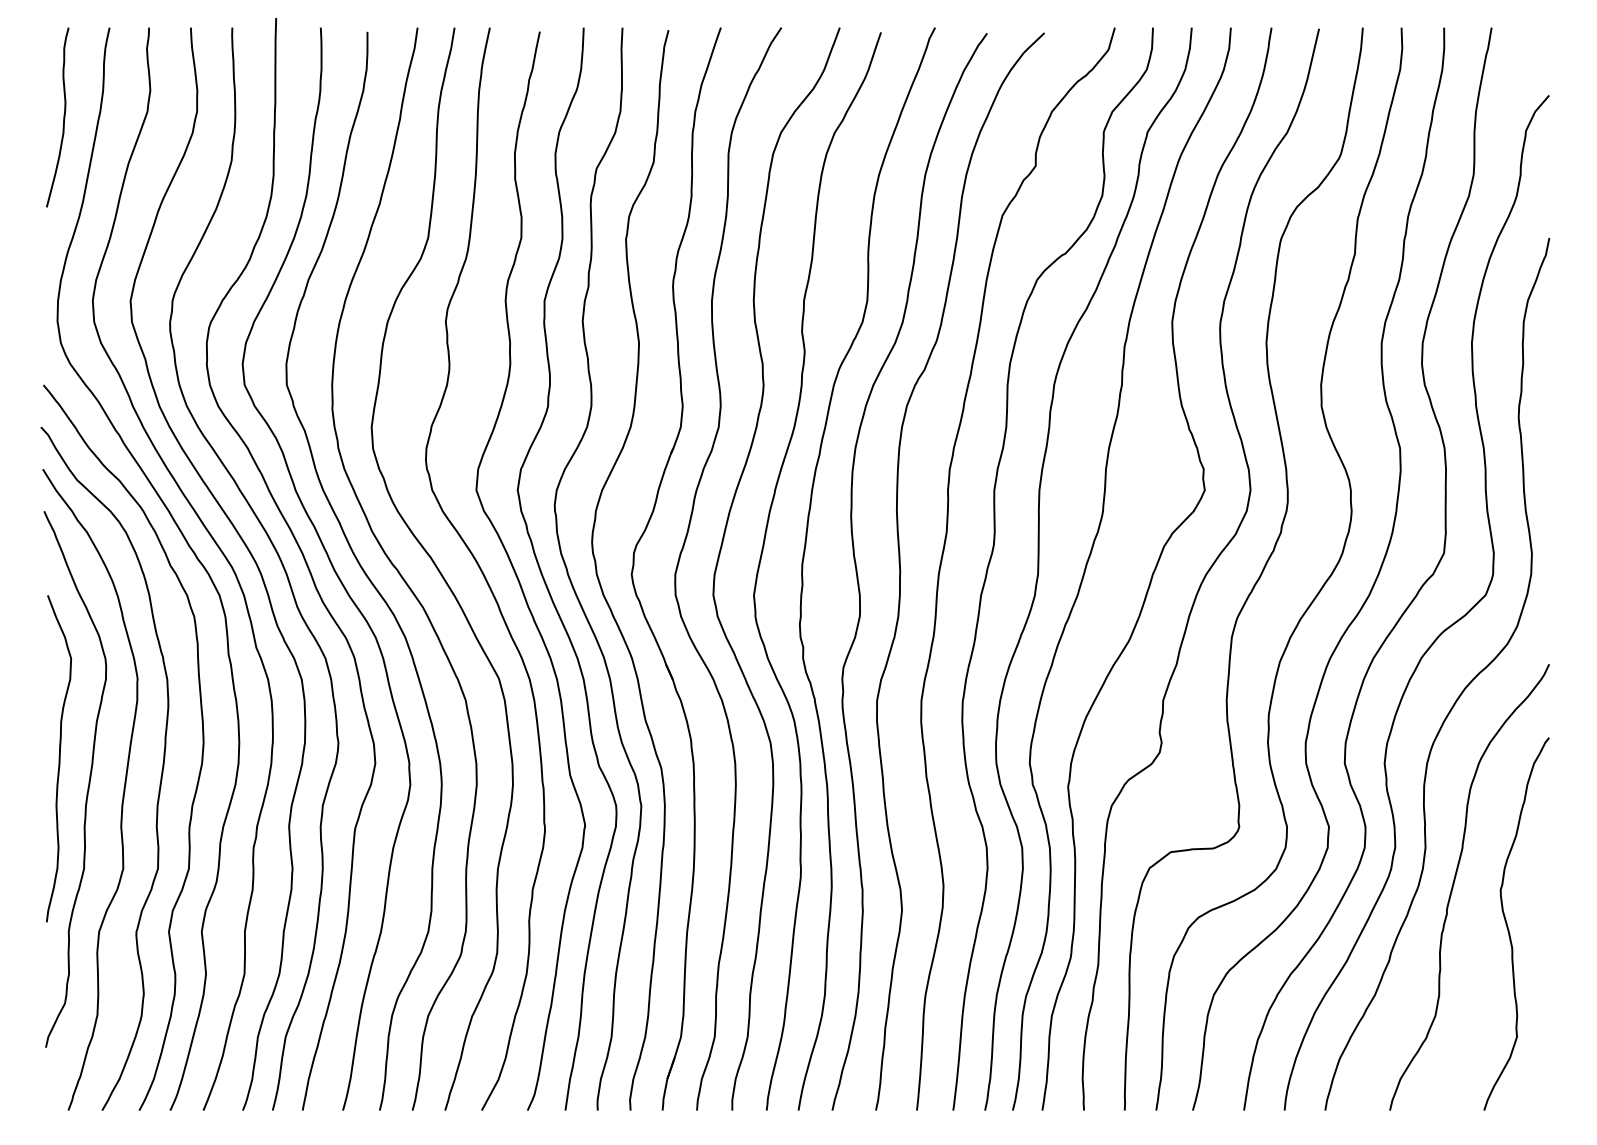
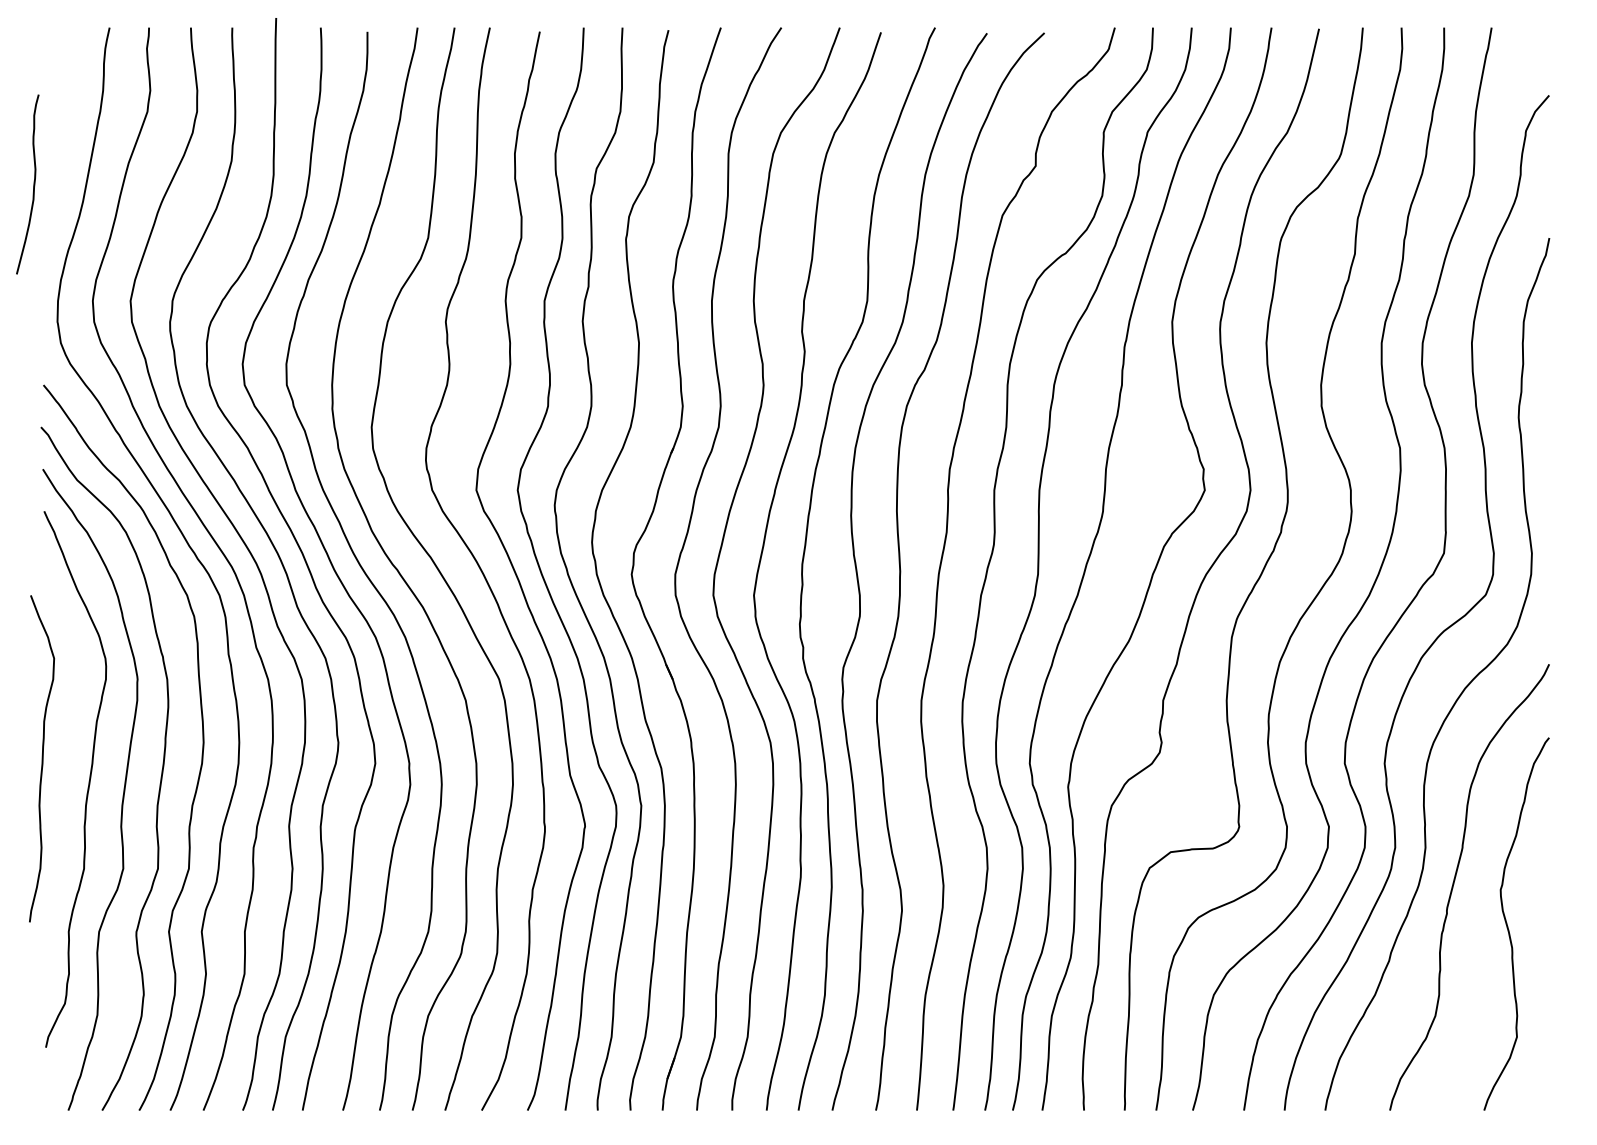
curve at (63, 117) position: (63, 117) -> (33, 184)
curve at (59, 758) position: (59, 758) -> (42, 758)
